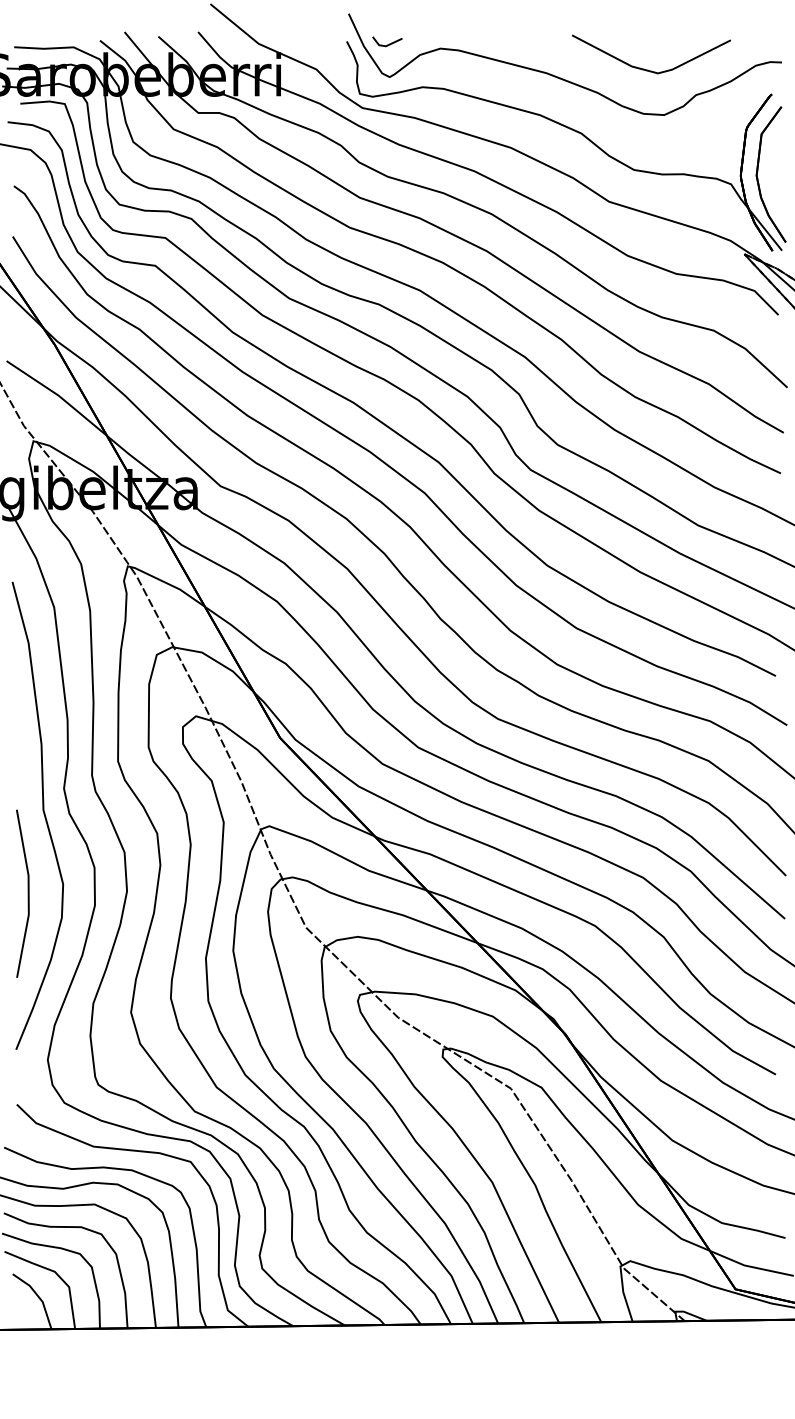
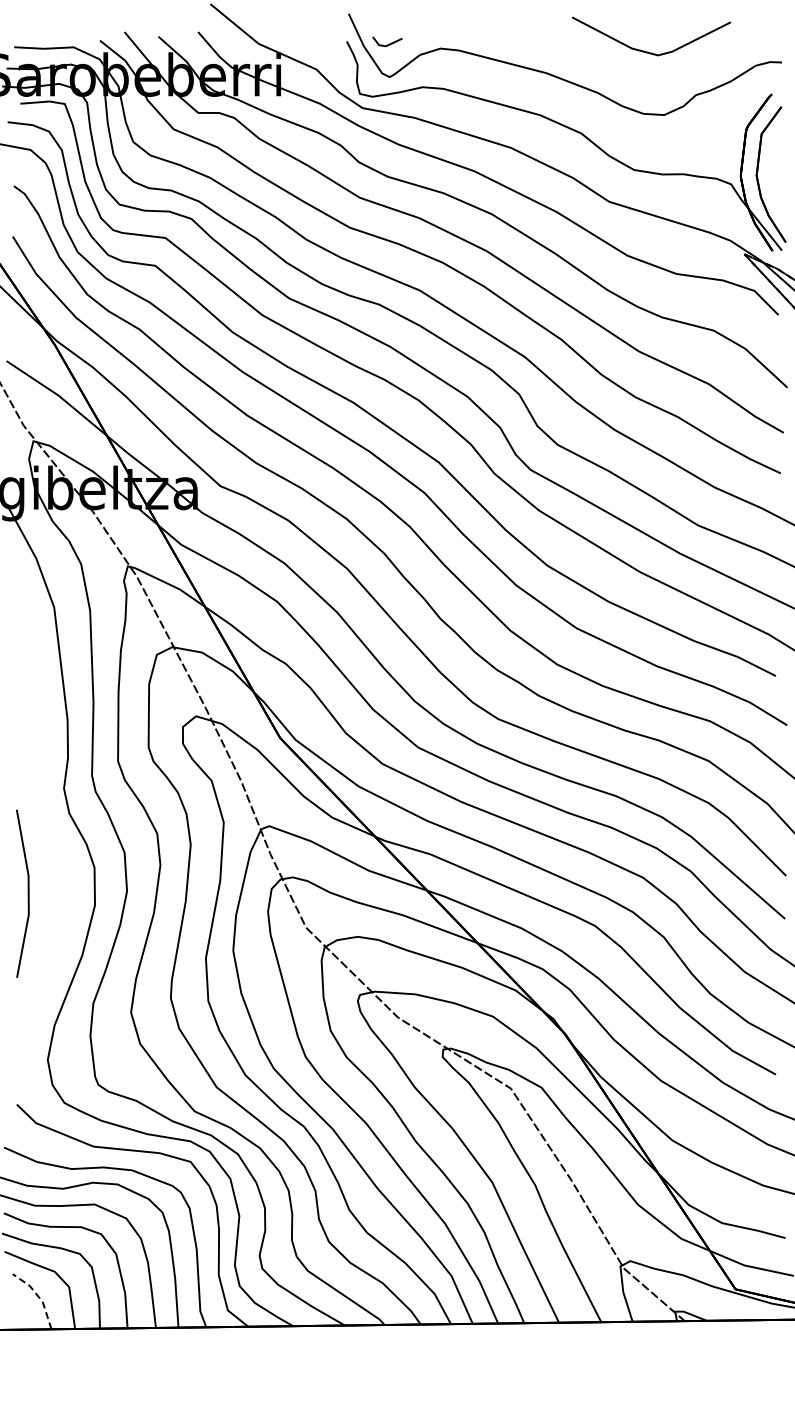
line at (647, 69) position: (647, 69) -> (647, 51)
curve at (43, 814): present -> none
line at (38, 1296): solid -> dashed
